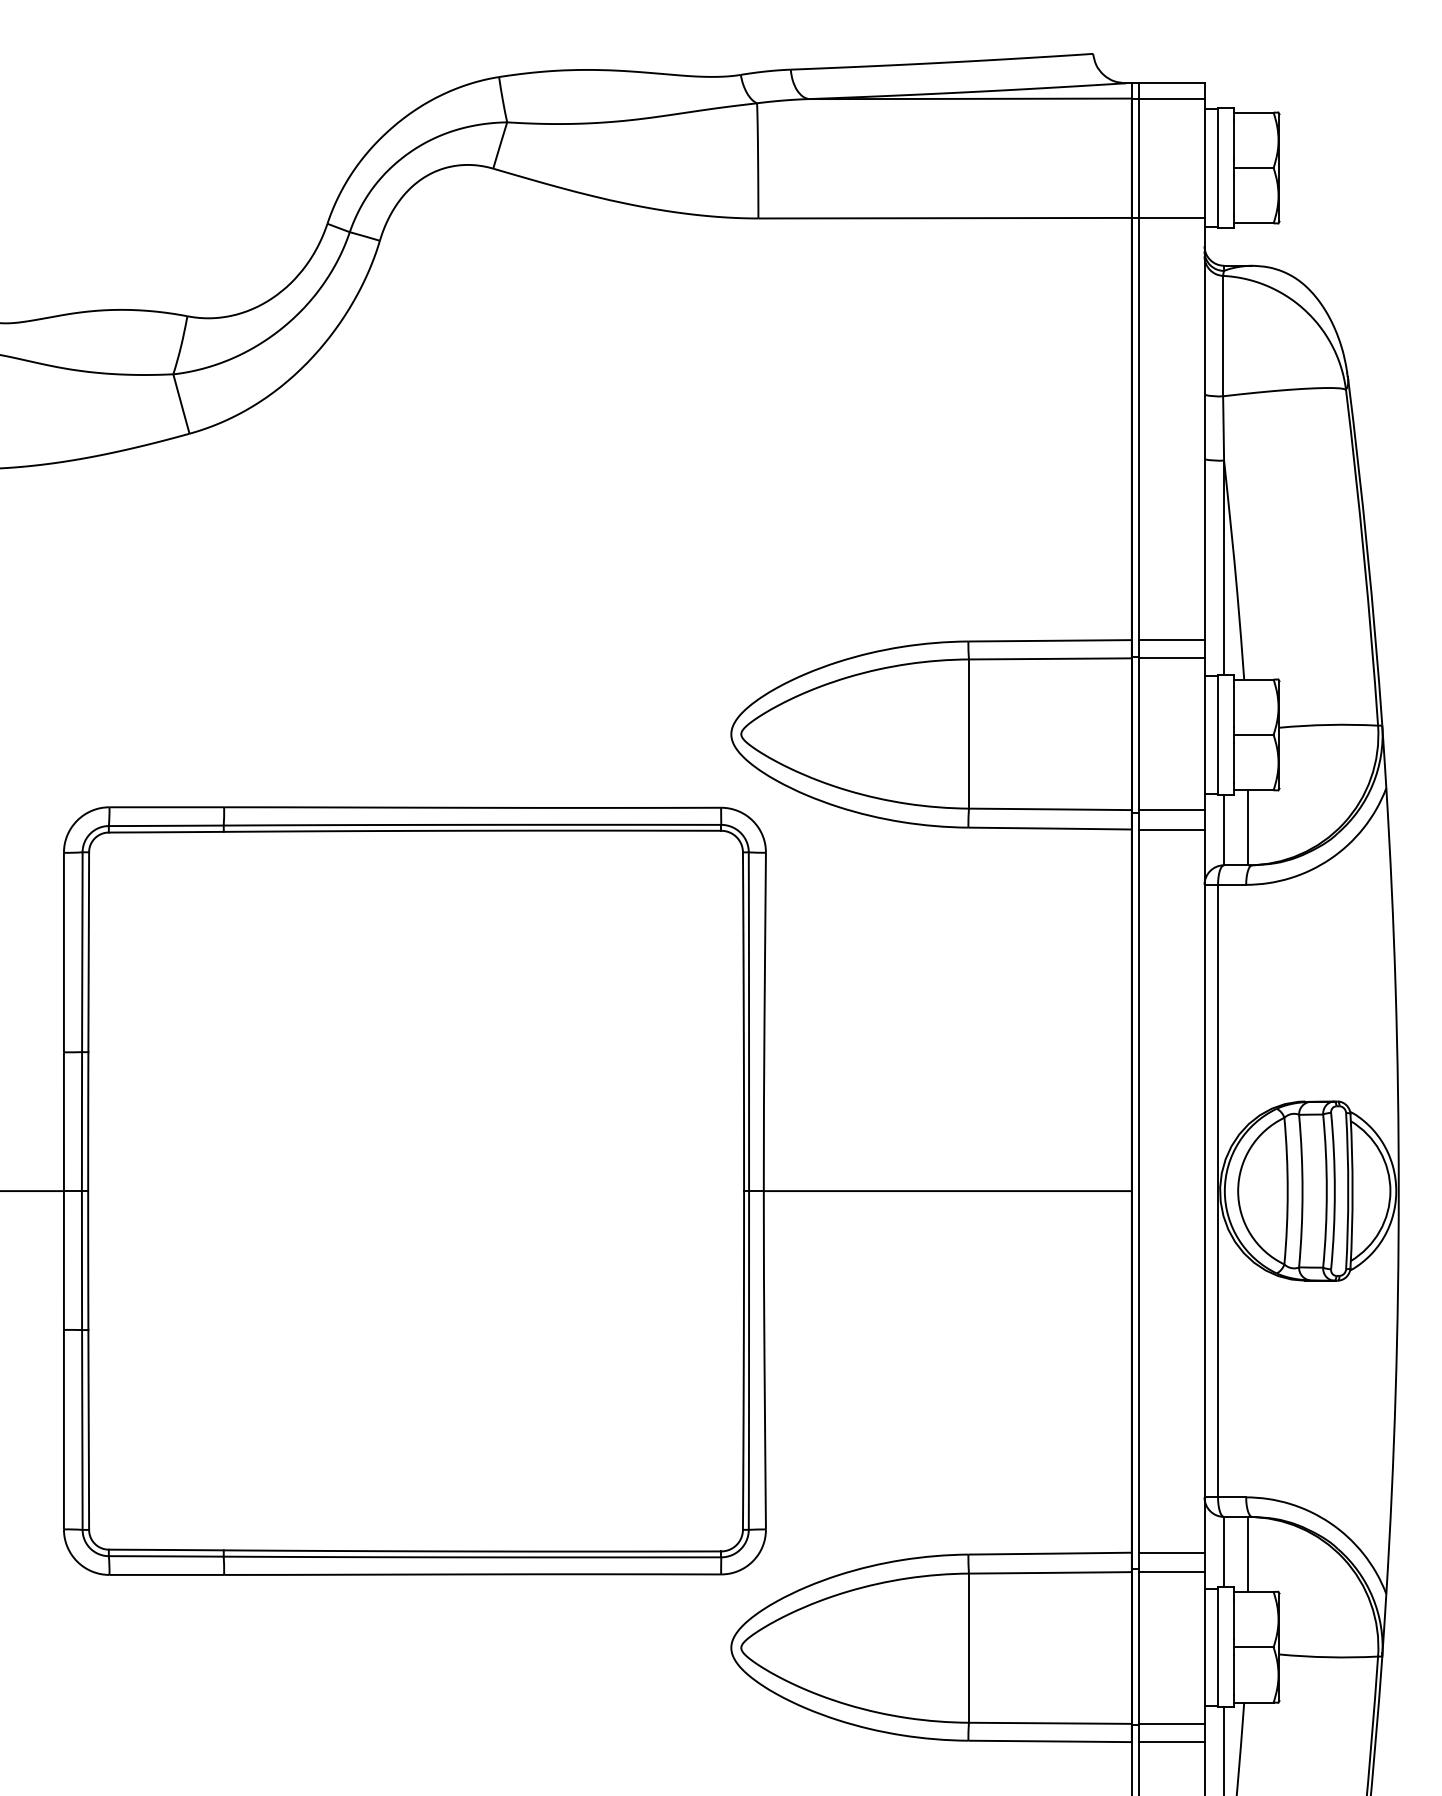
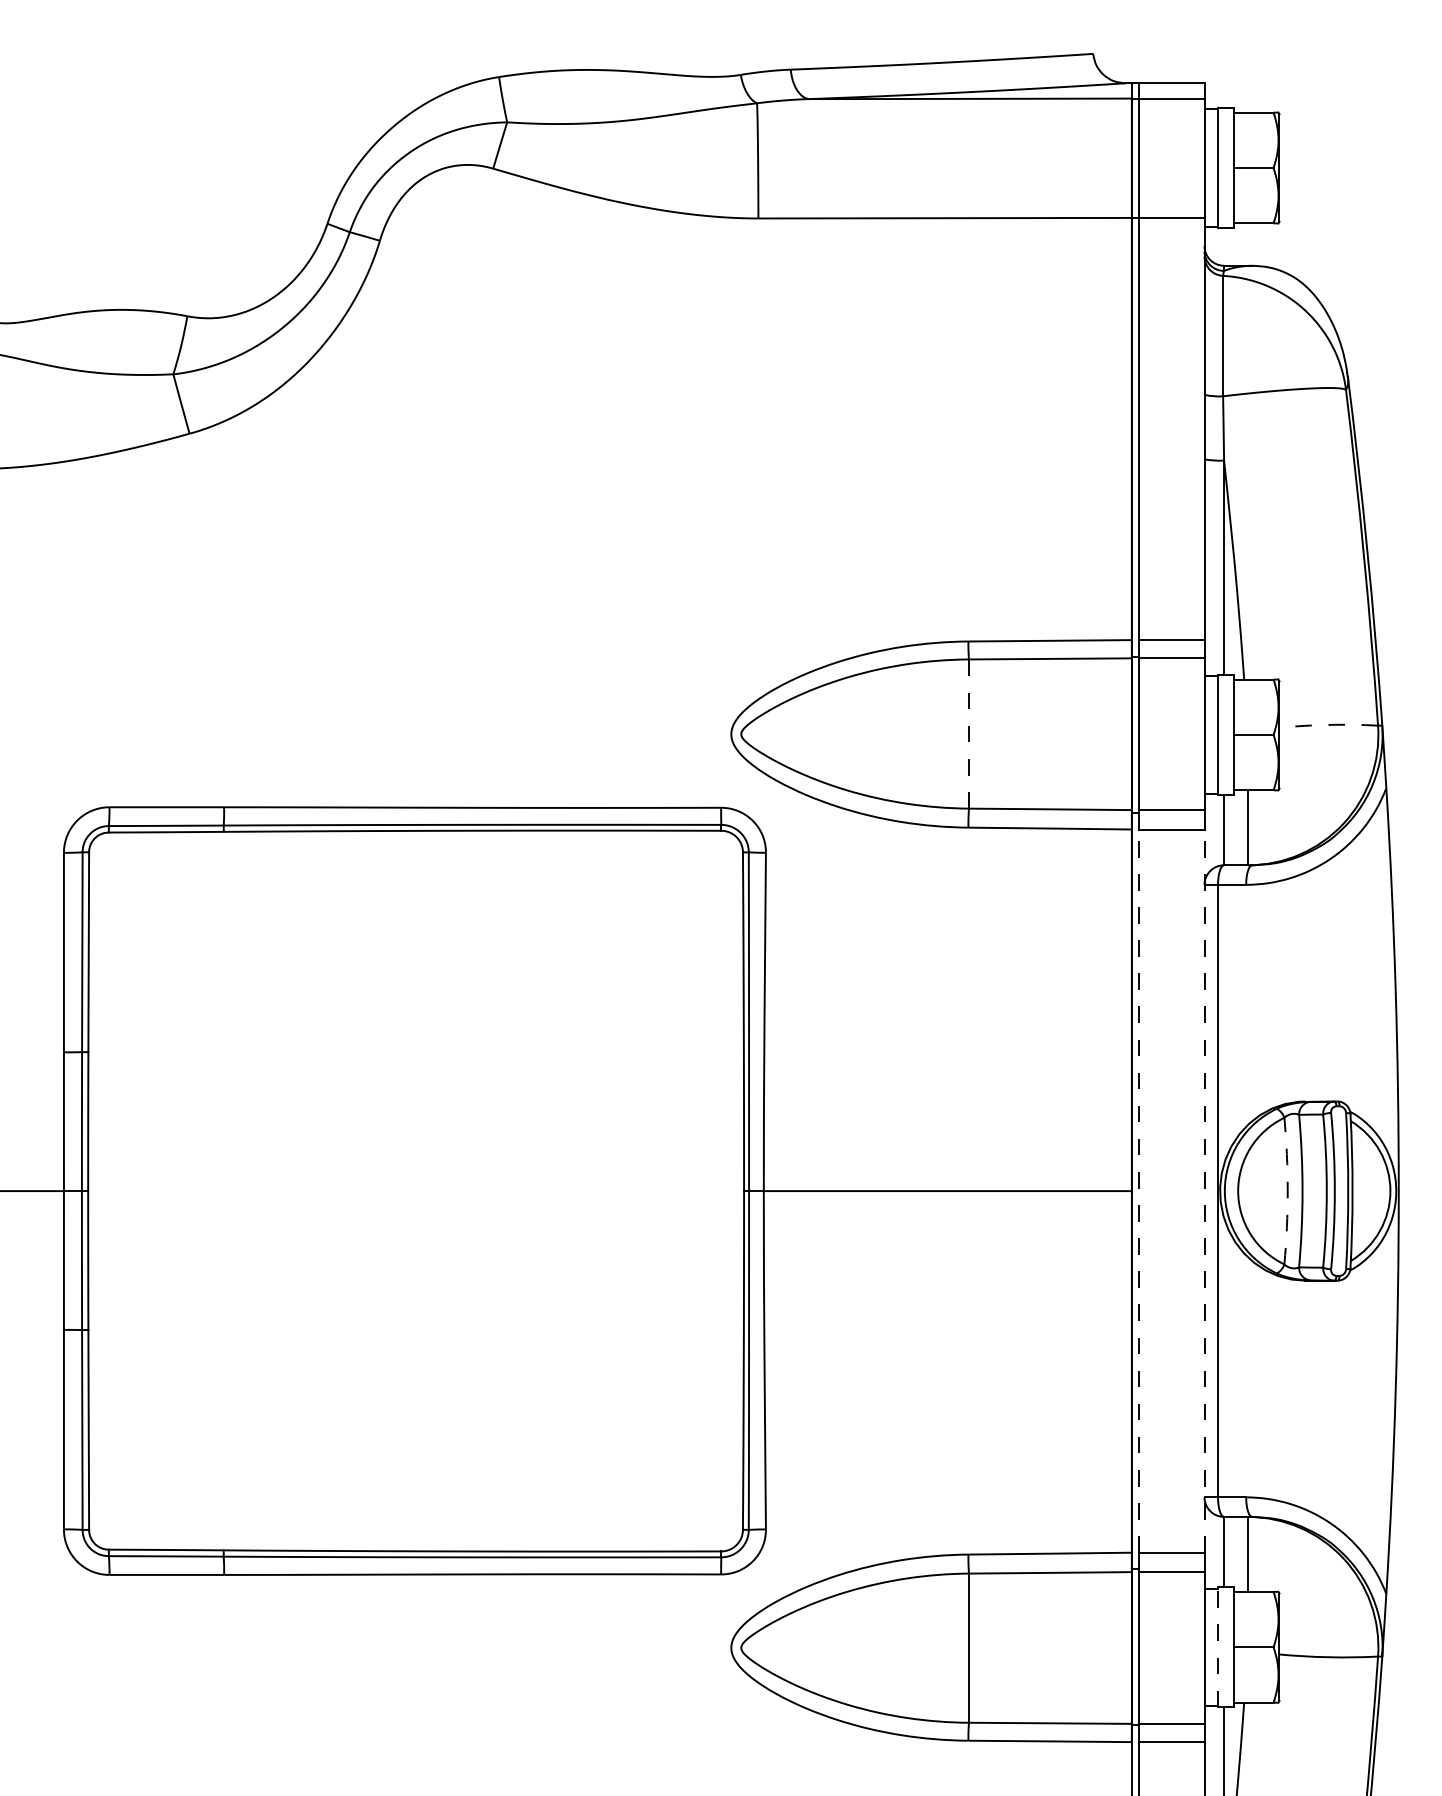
arc at (1328, 724): solid -> dashed
line at (968, 734): solid -> dashed
line at (1139, 1191): solid -> dashed
line at (1204, 1191): solid -> dashed
arc at (1287, 1191): solid -> dashed
line at (1217, 1647): solid -> dashed
